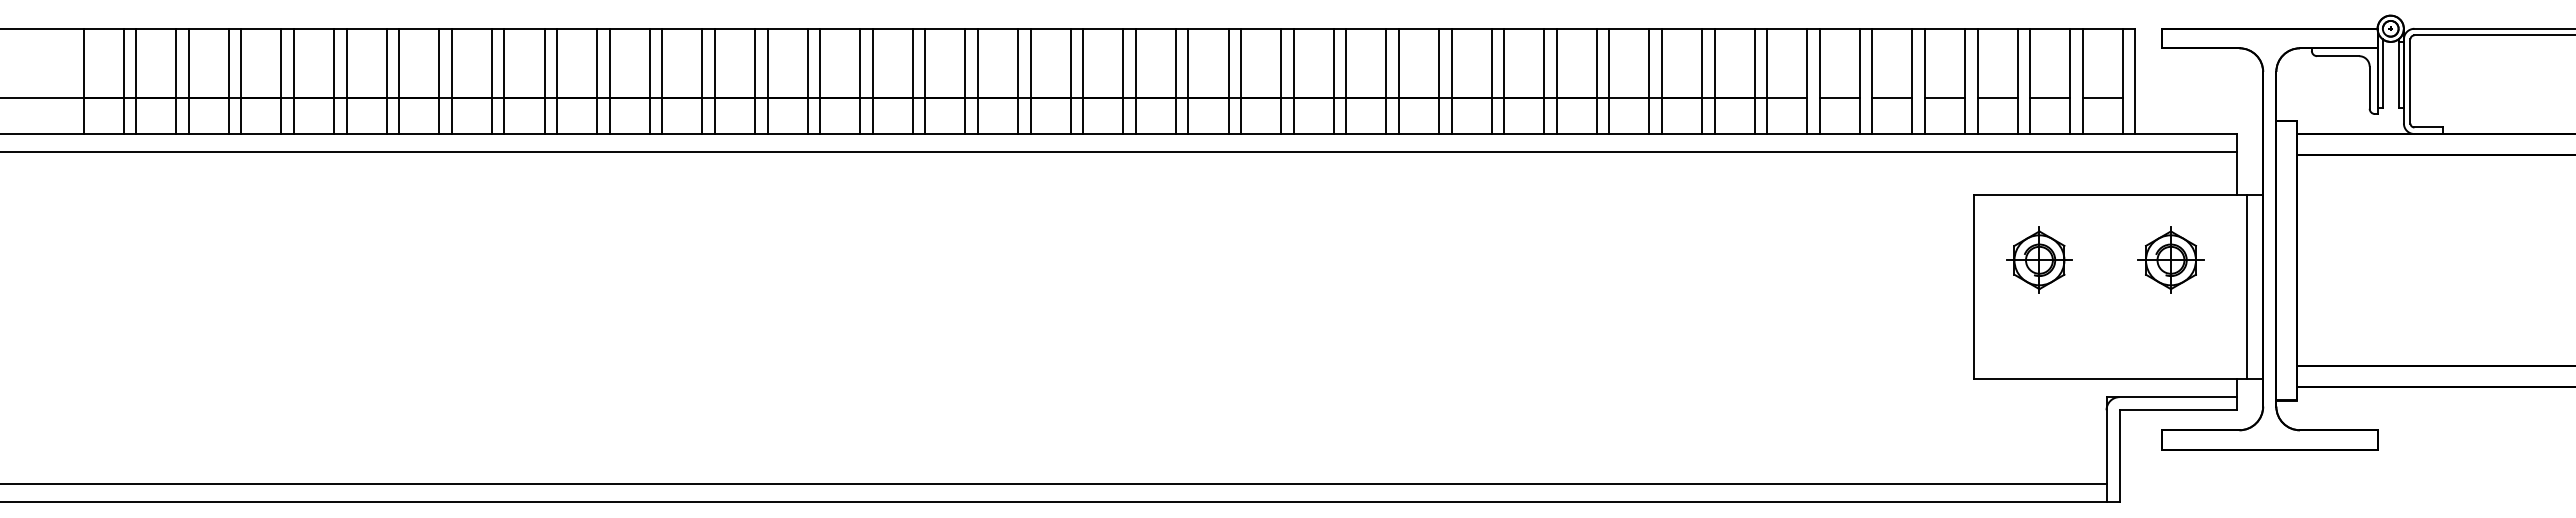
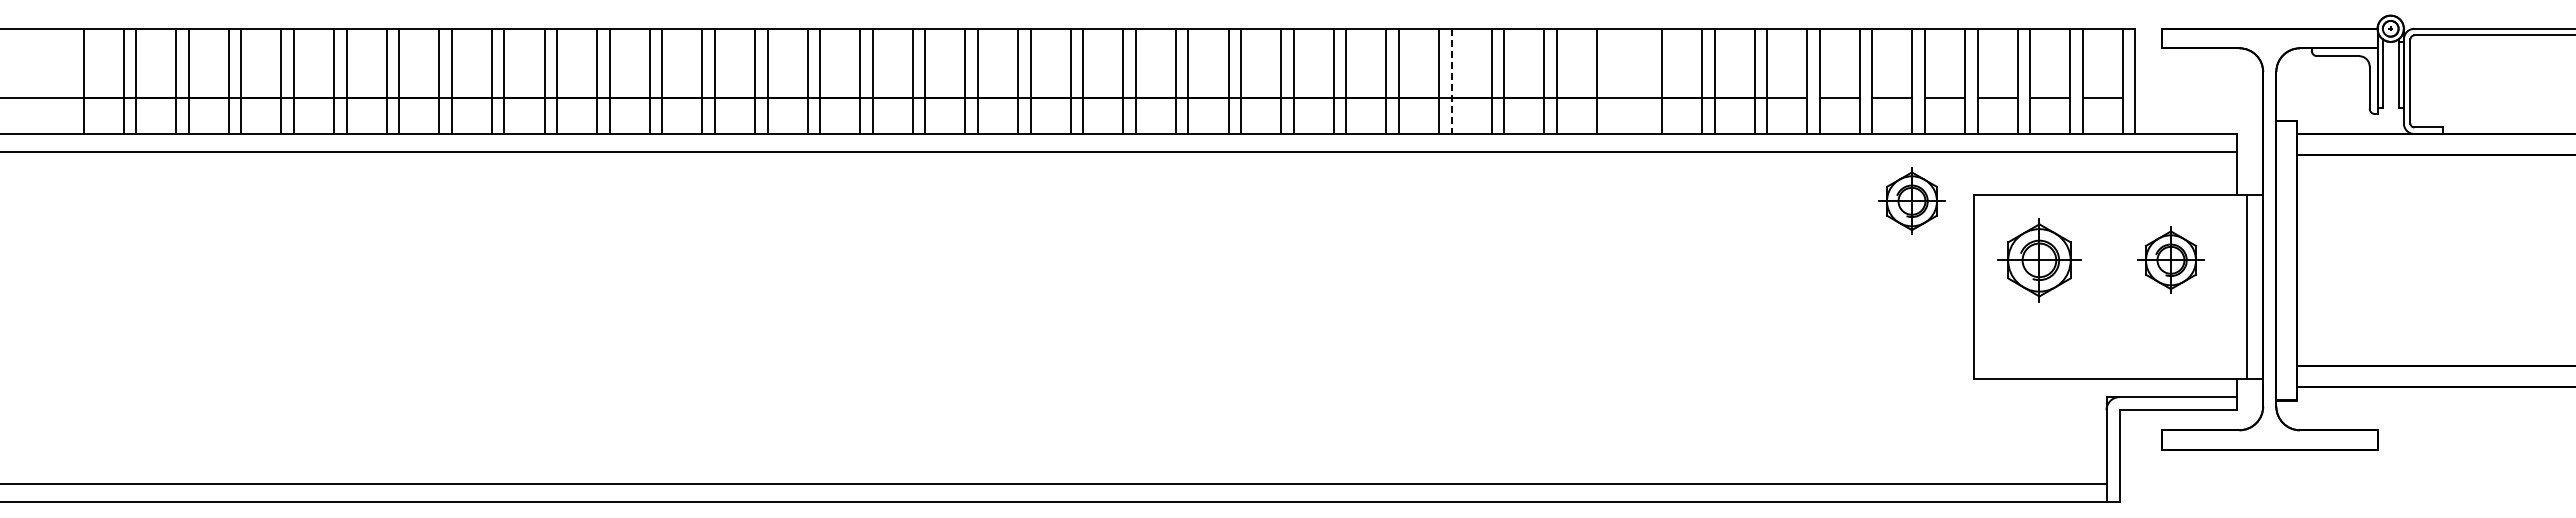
line at (1451, 81): solid -> dashed
line at (1609, 81): present -> none
line at (1649, 81): present -> none
part at (1911, 200): none -> present
part at (2039, 259) size: 67x68 px -> 85x85 px
